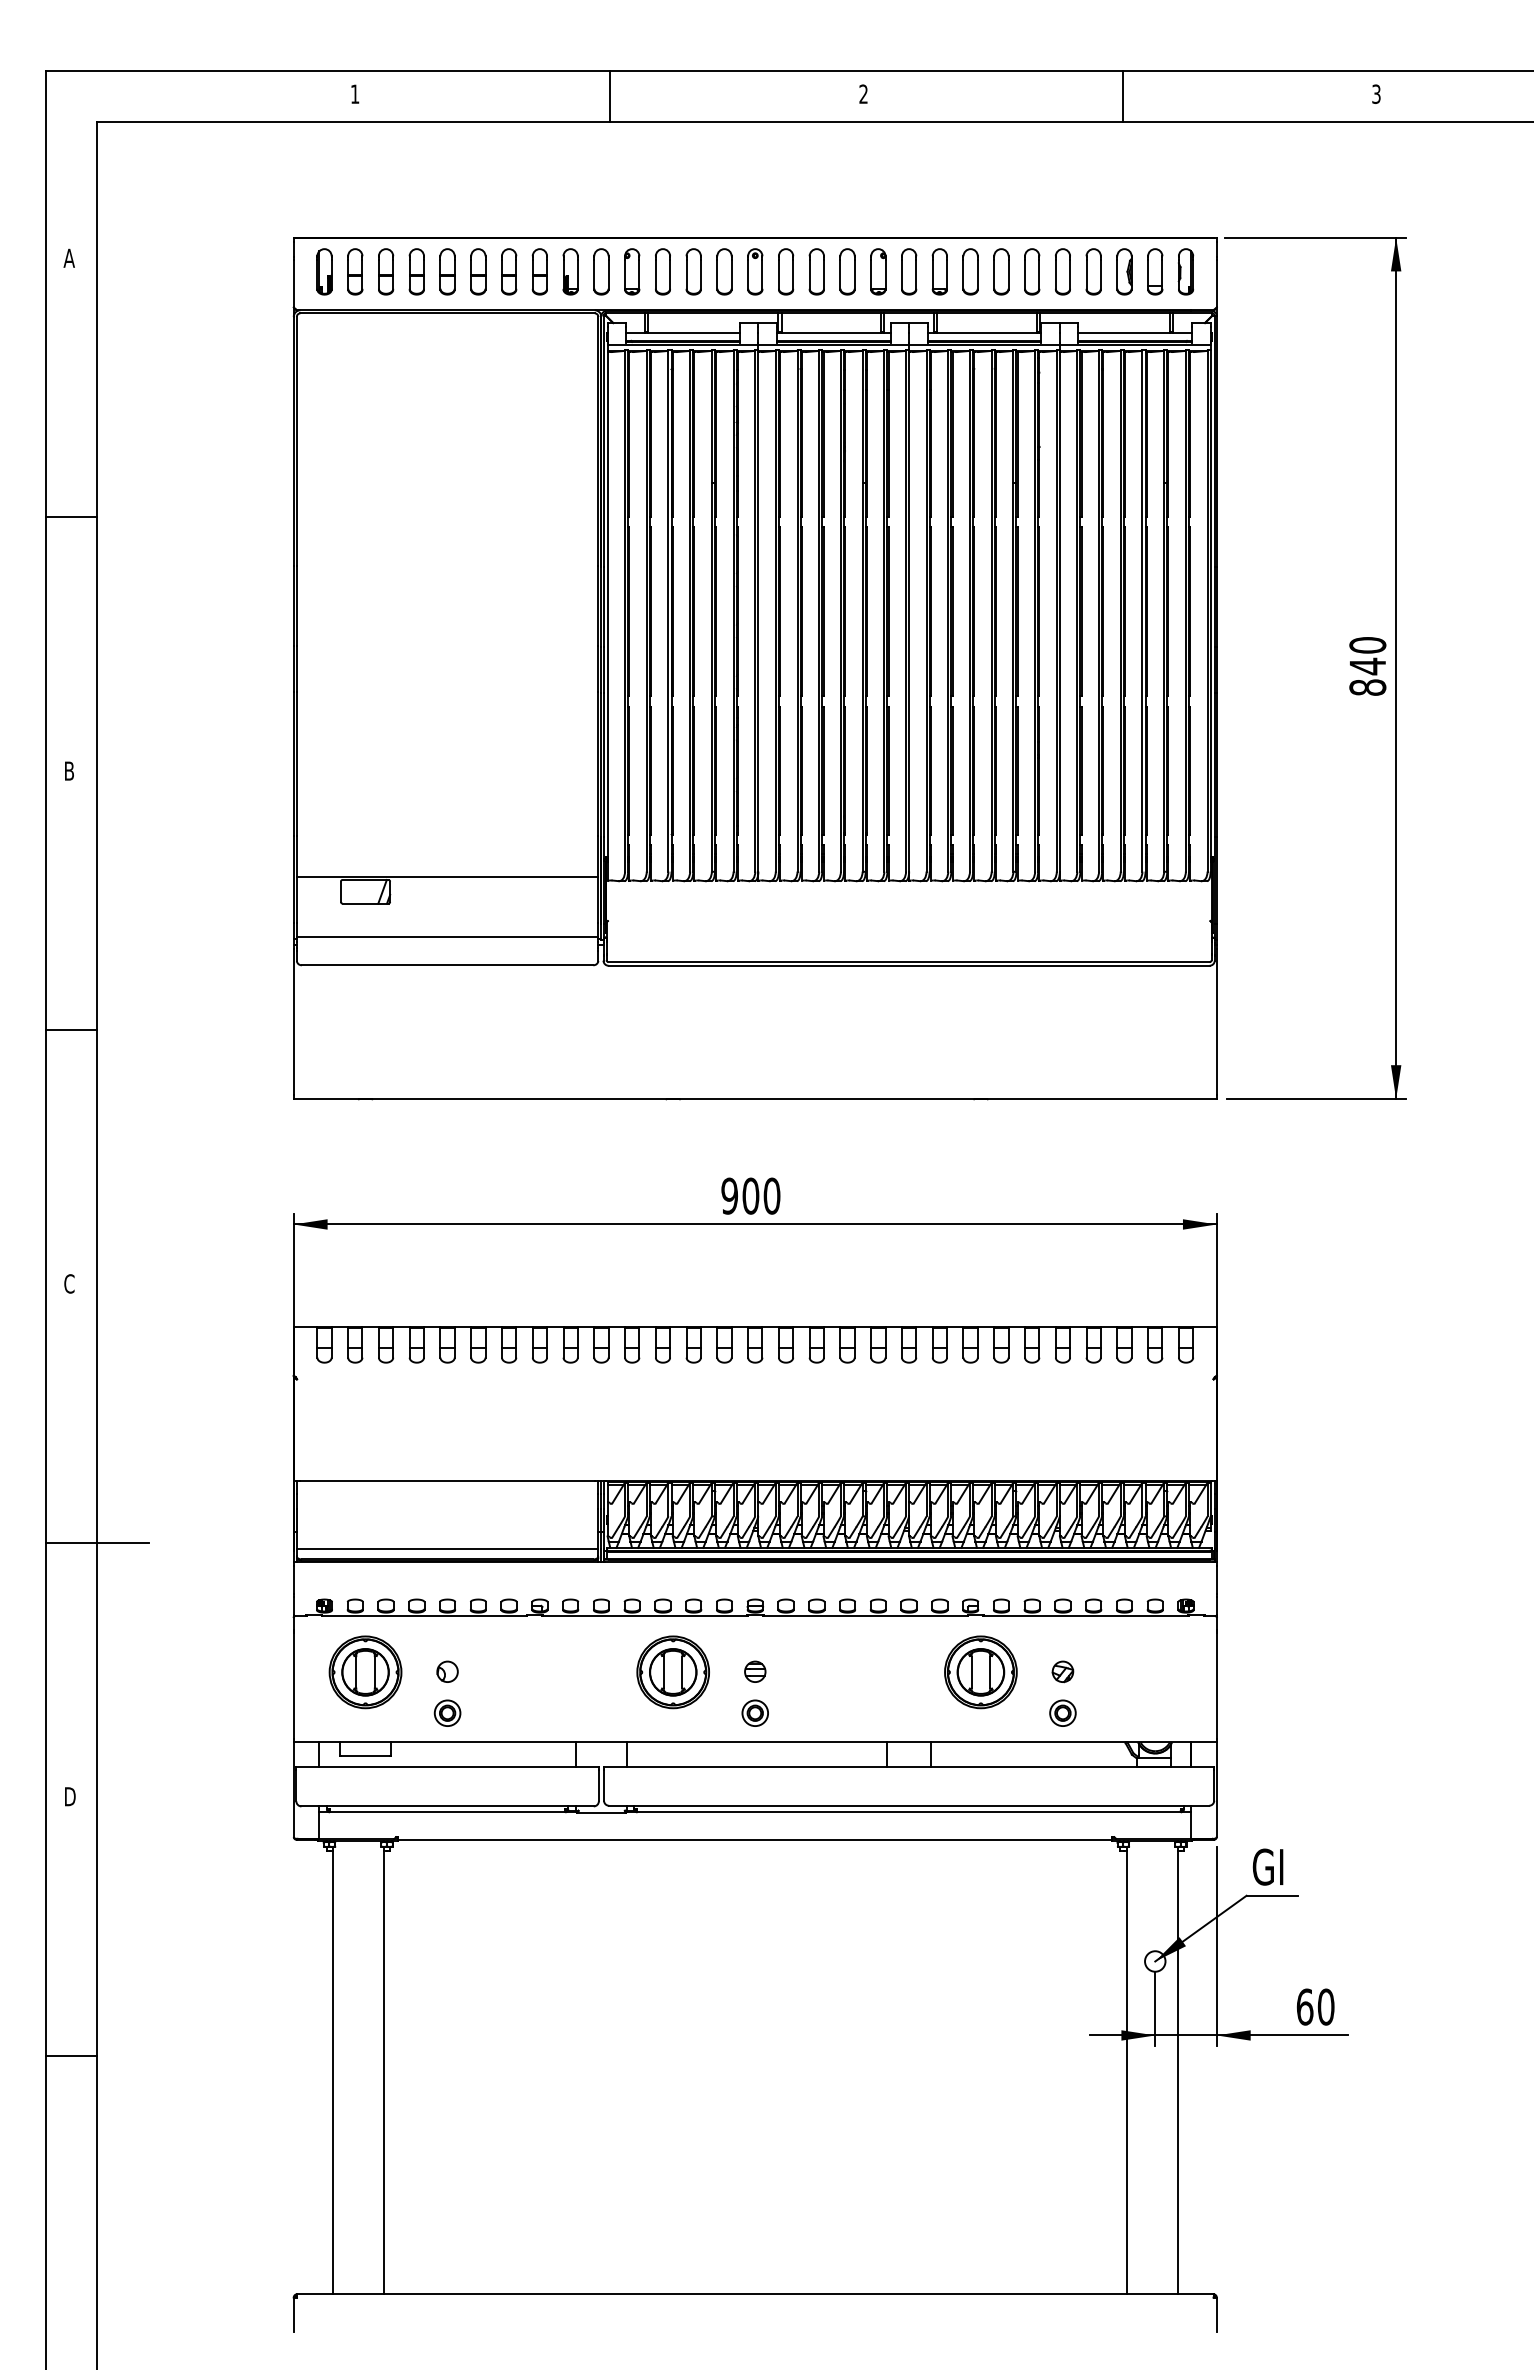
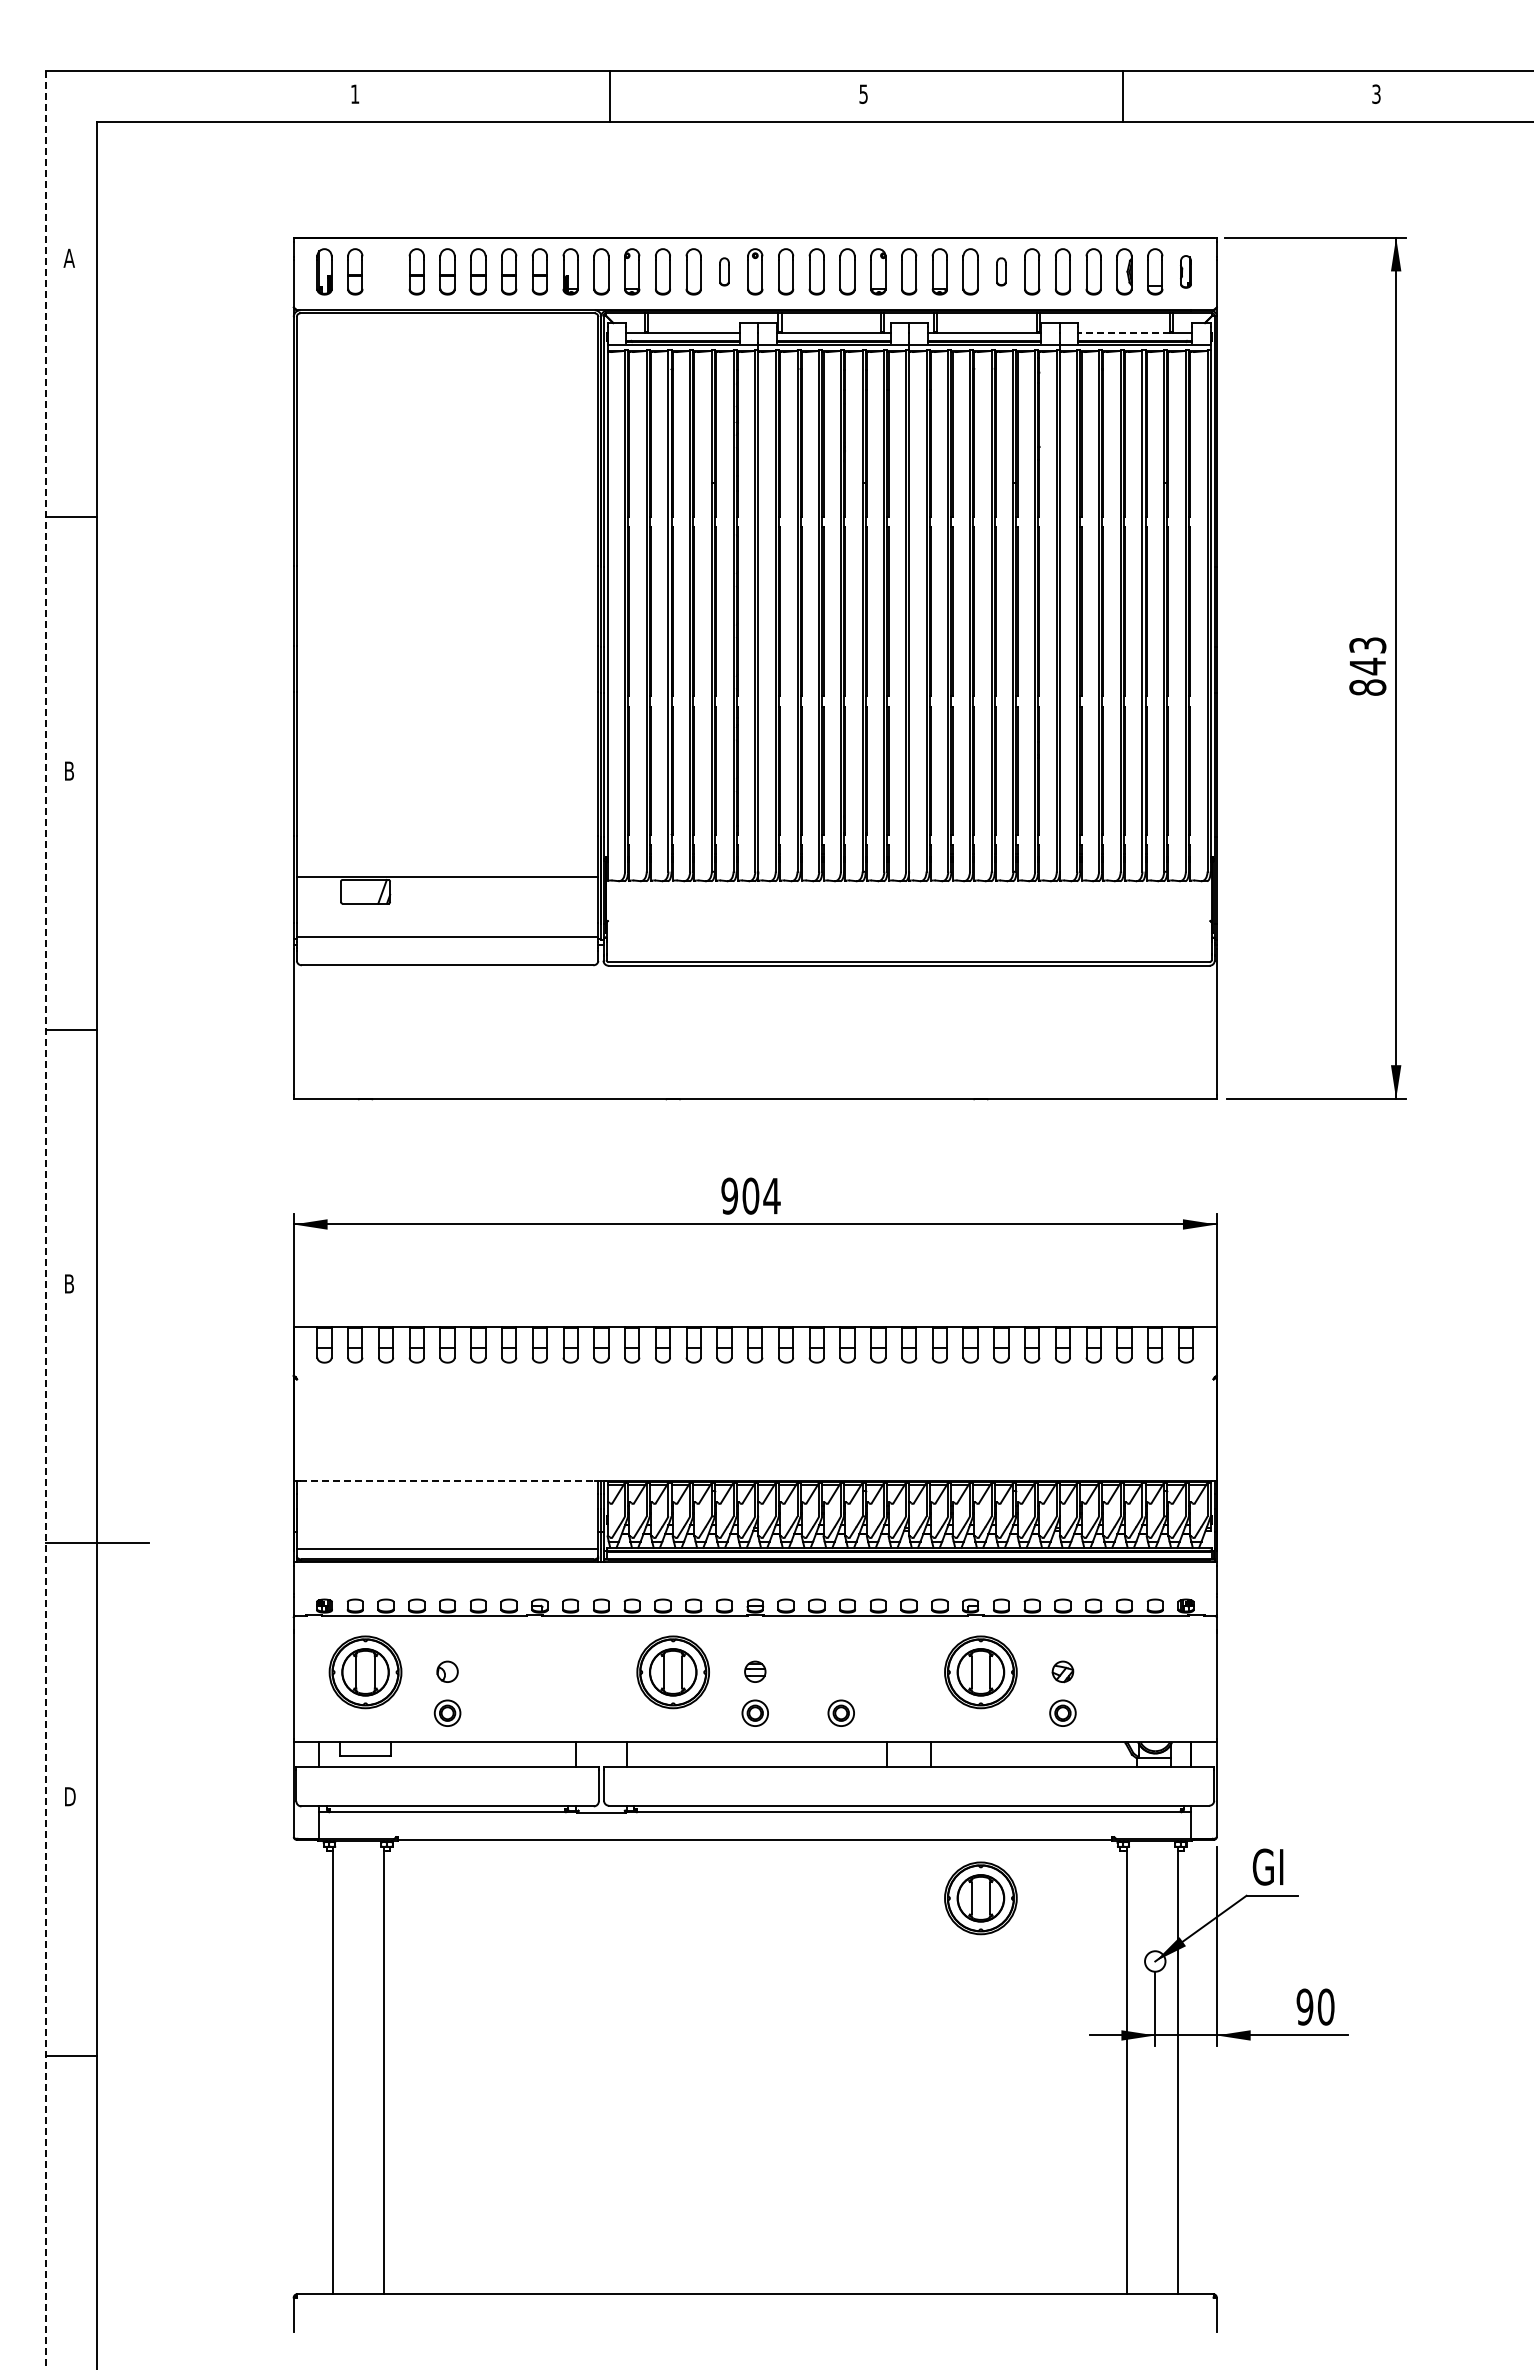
text at (863, 93): 2 -> 5
part at (386, 271): present -> none
part at (724, 271) size: 17x48 px -> 11x30 px
part at (1001, 271) size: 17x48 px -> 11x30 px
part at (1185, 271) size: 18x48 px -> 12x34 px
line at (1124, 332): solid -> dashed
text at (1367, 645): 840 -> 843
text at (771, 1195): 900 -> 904
line at (46, 1220): solid -> dashed
text at (69, 1283): C -> B
line at (448, 1480): solid -> dashed
part at (840, 1712): none -> present
part at (980, 1898): none -> present
text at (1304, 2006): 60 -> 90
